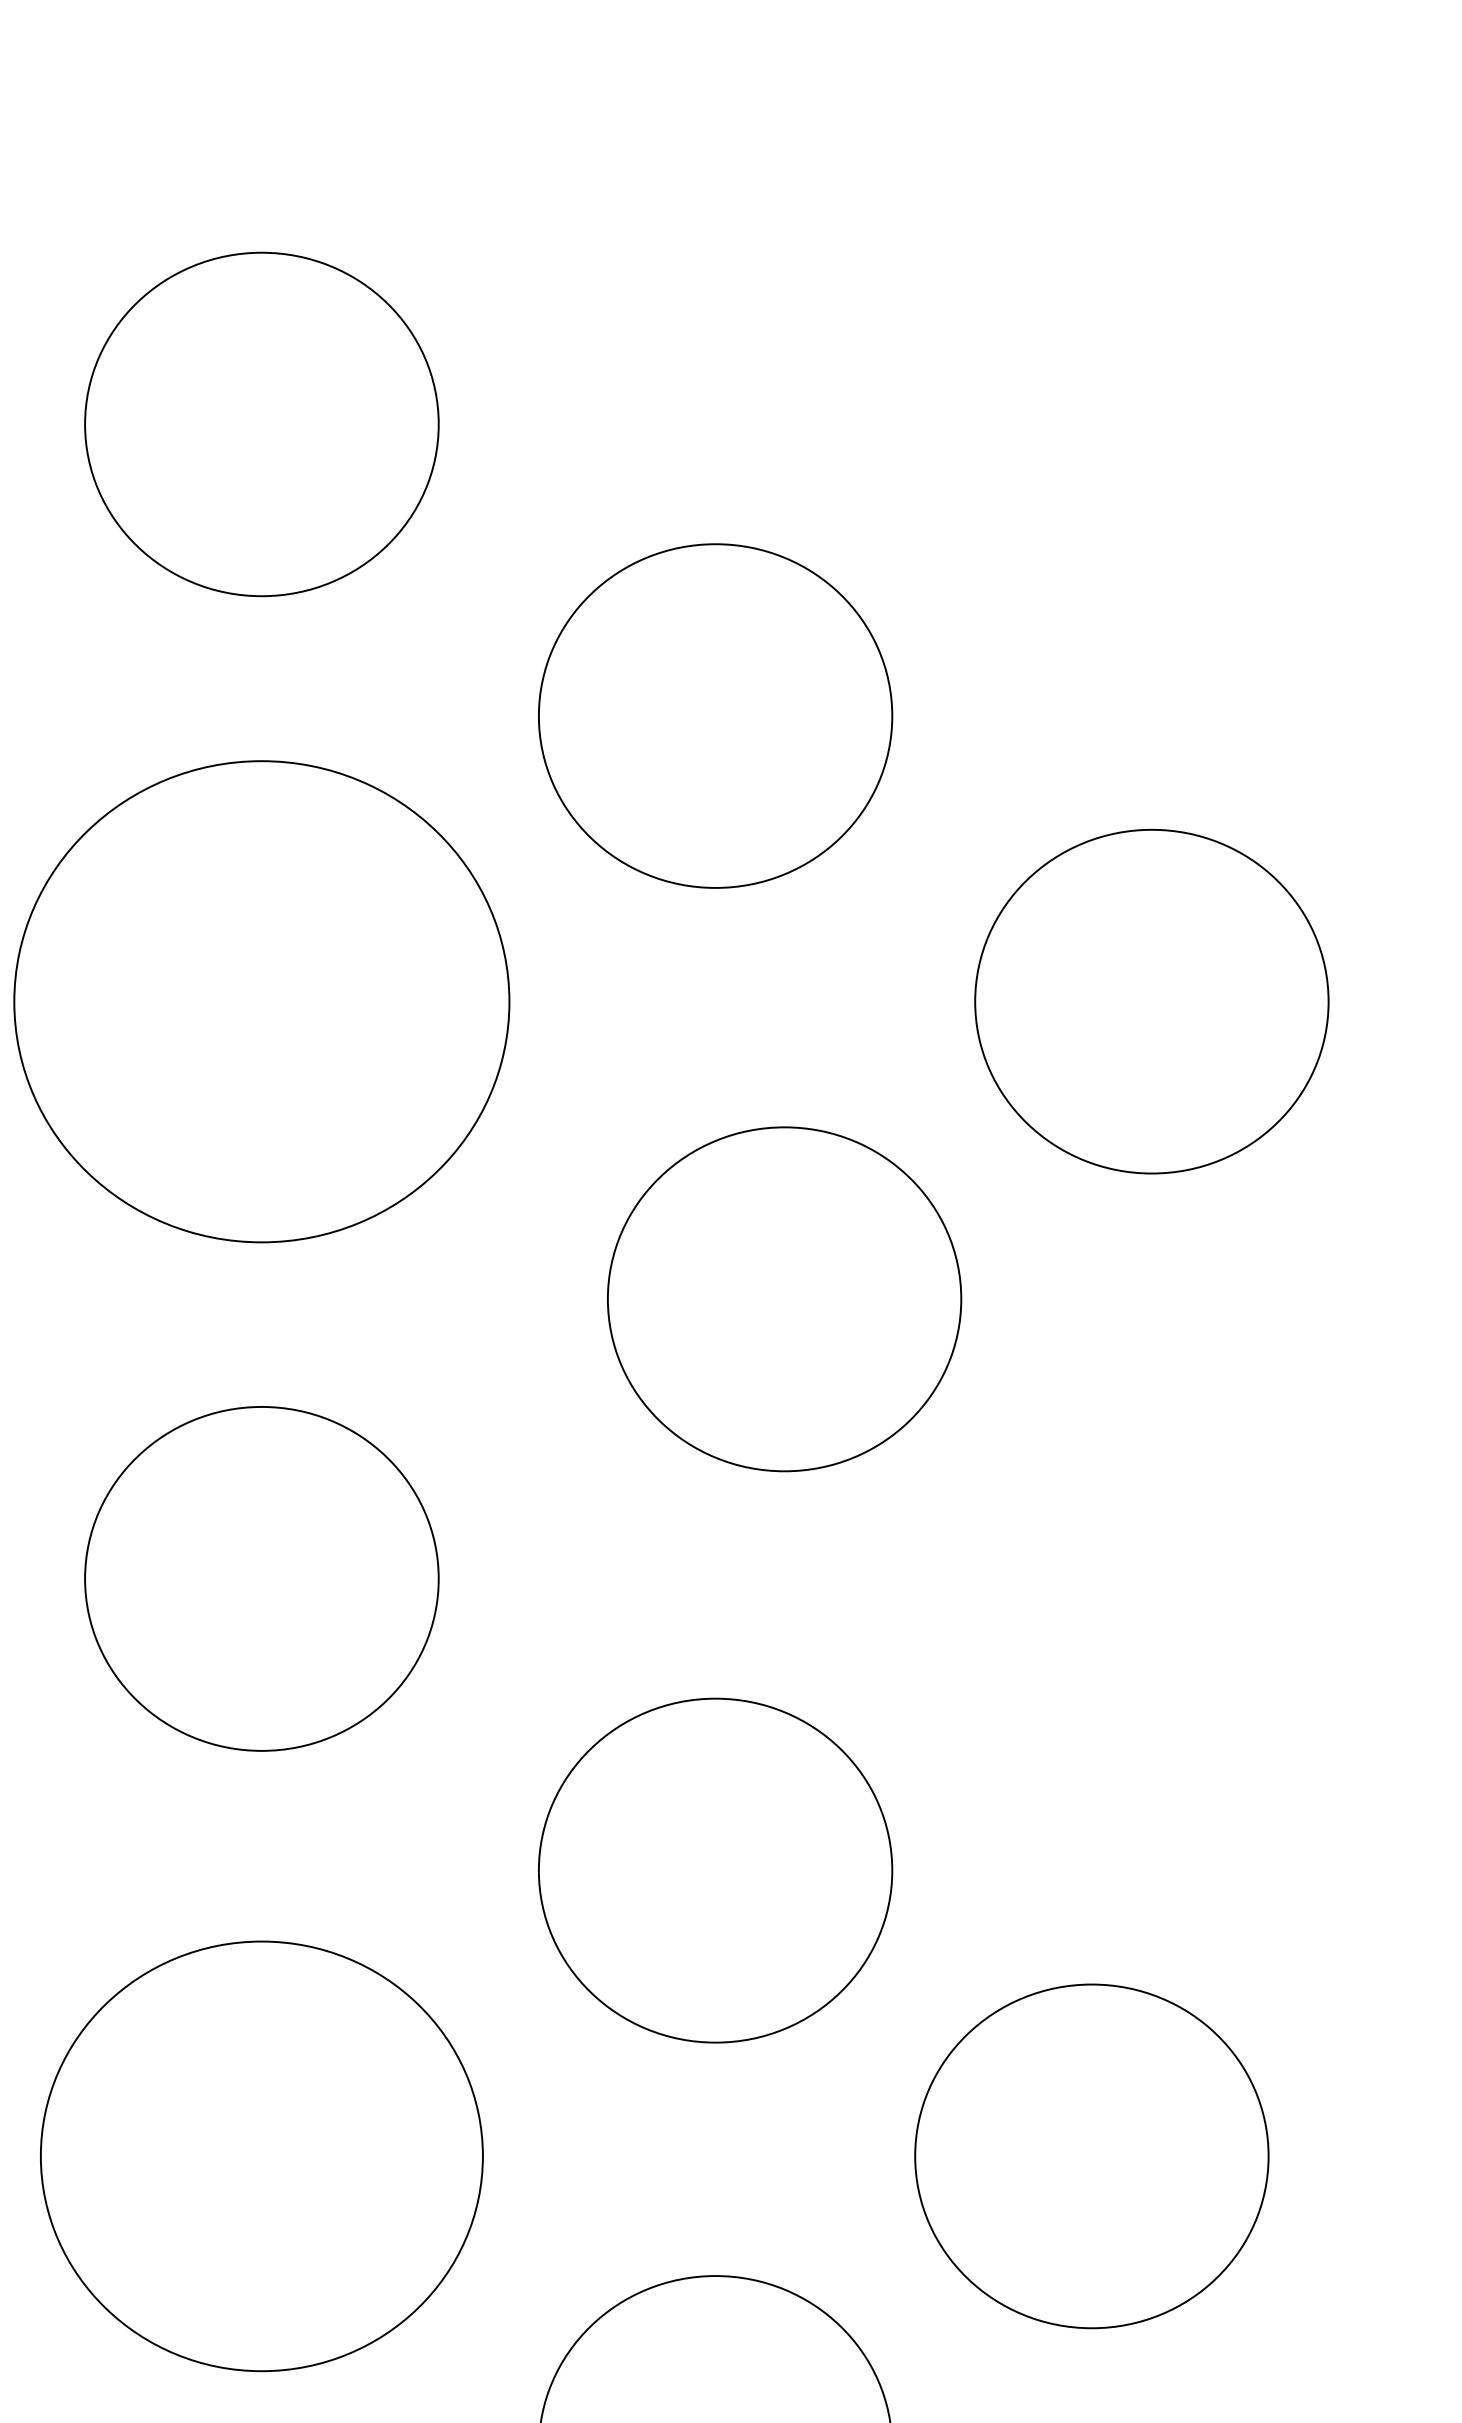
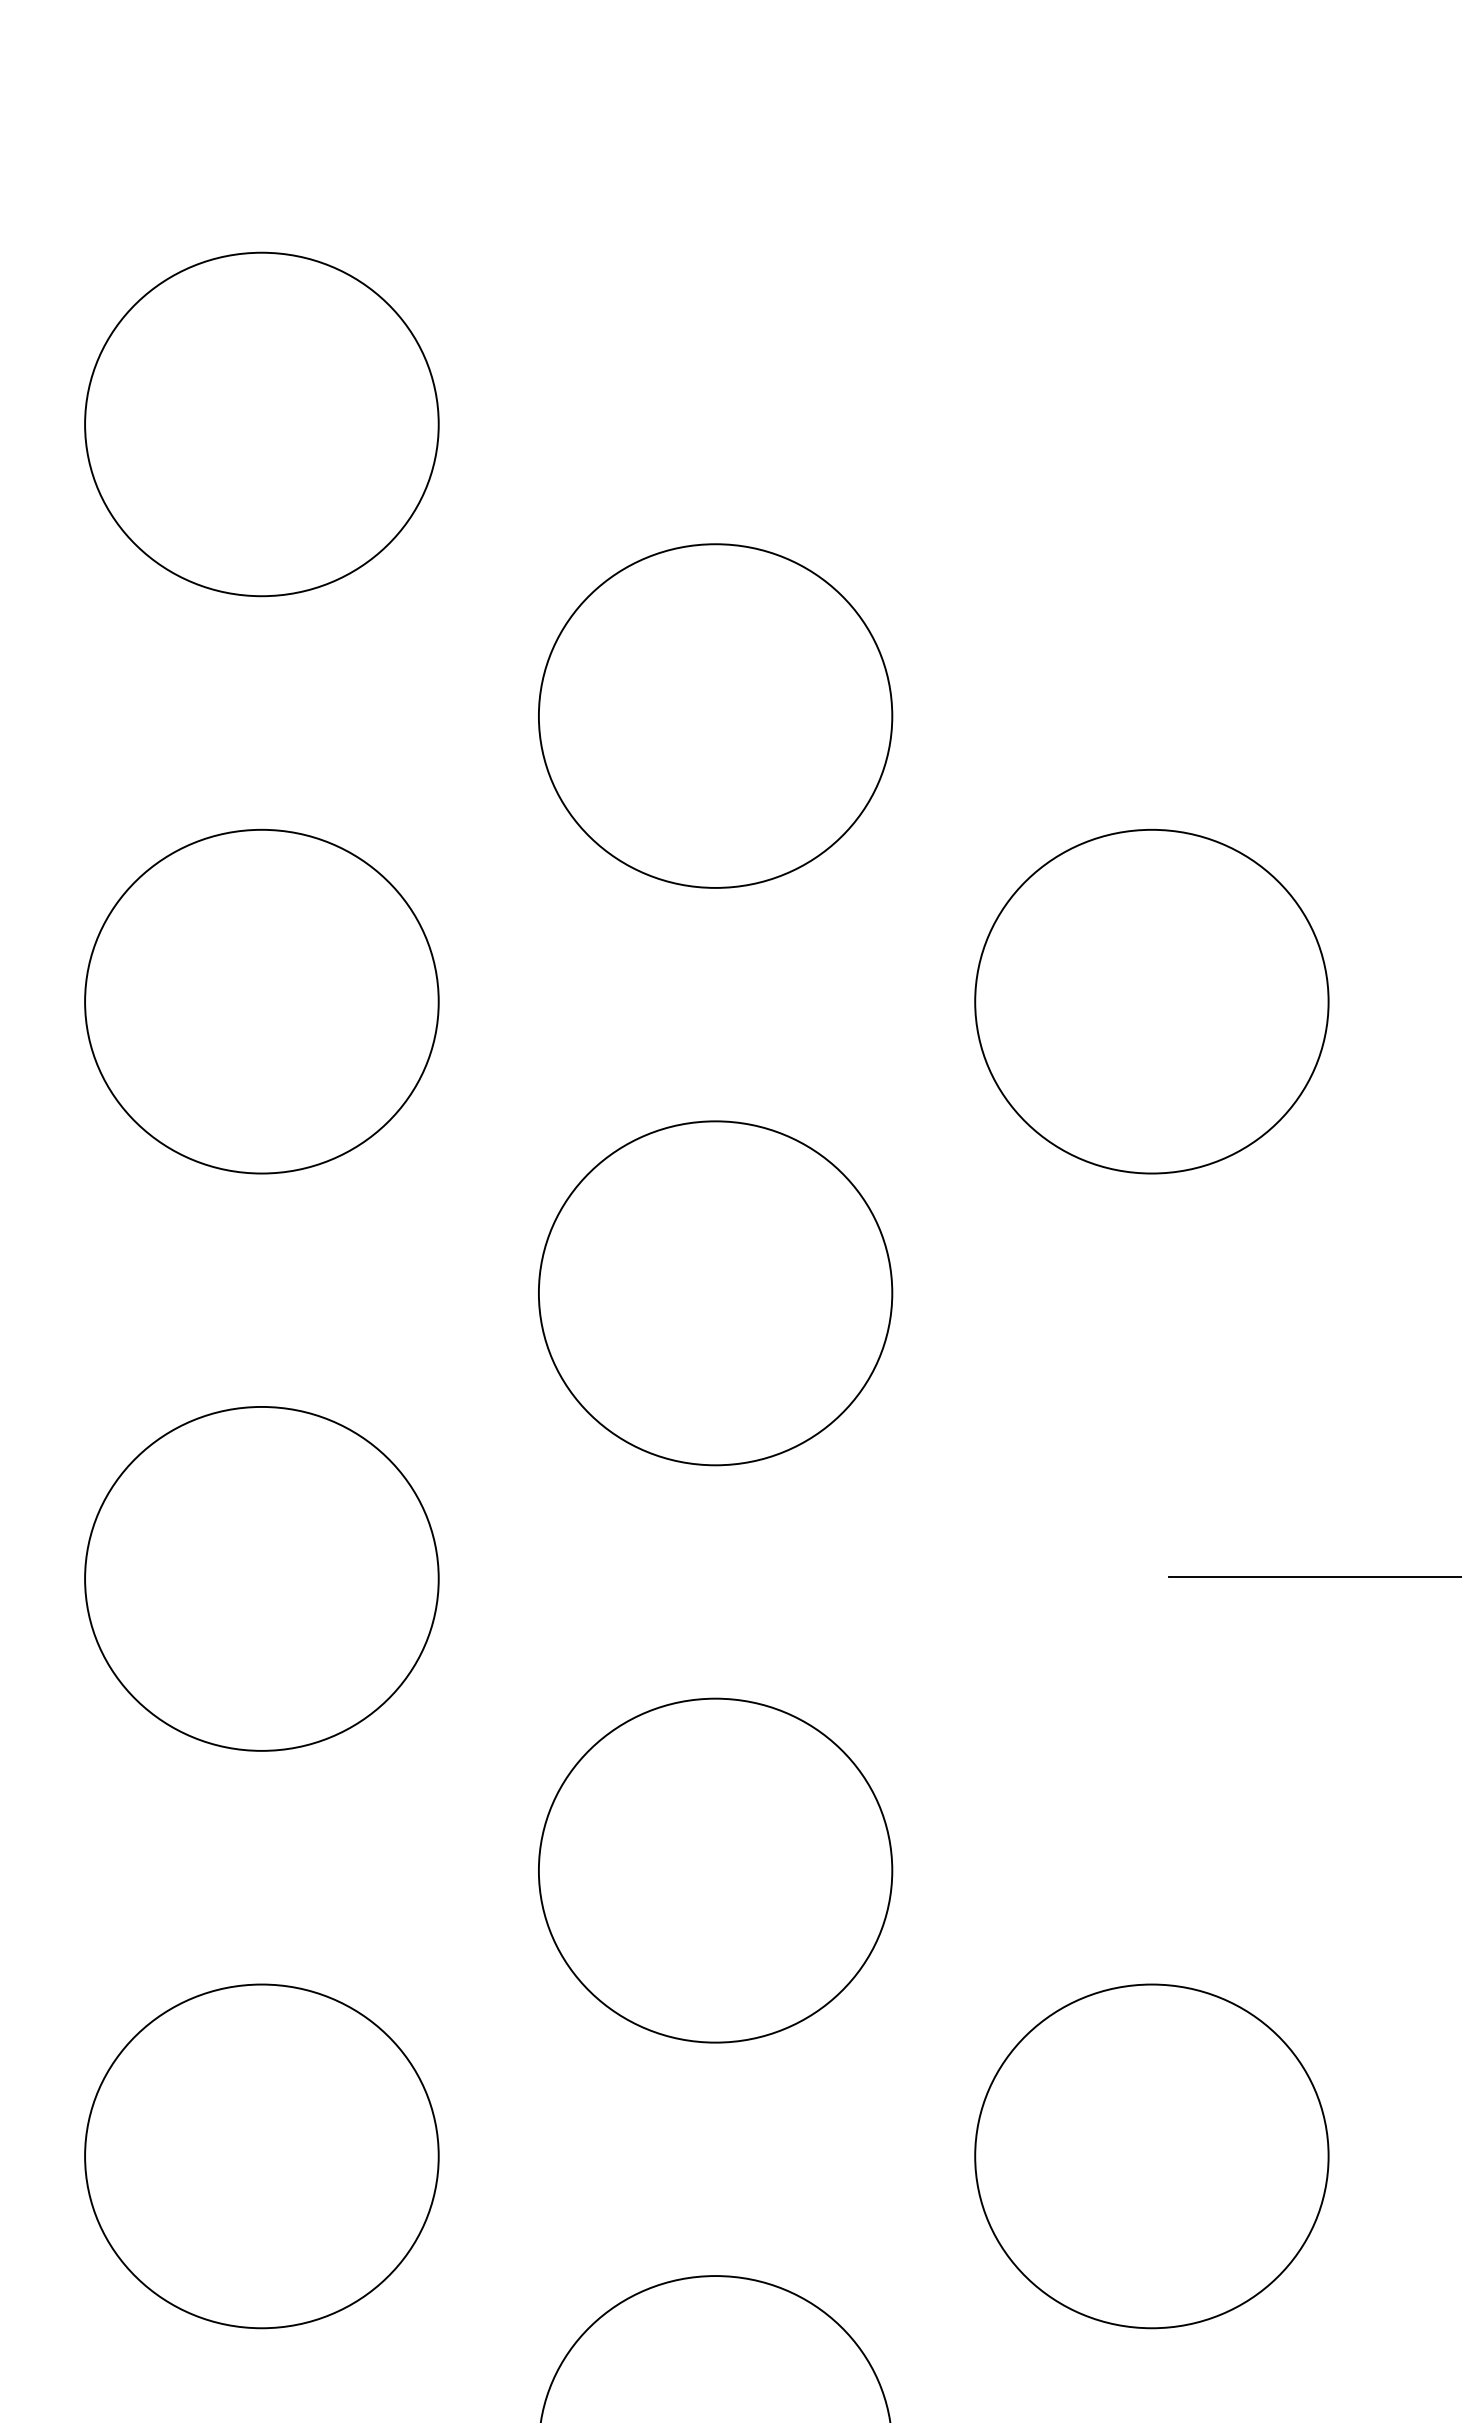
part at (261, 1001) size: 498x484 px -> 356x347 px
part at (784, 1299) position: (784, 1299) -> (715, 1293)
line at (1313, 1576): none -> present
part at (261, 2156) size: 444x433 px -> 356x347 px
part at (1091, 2156) position: (1091, 2156) -> (1151, 2156)
